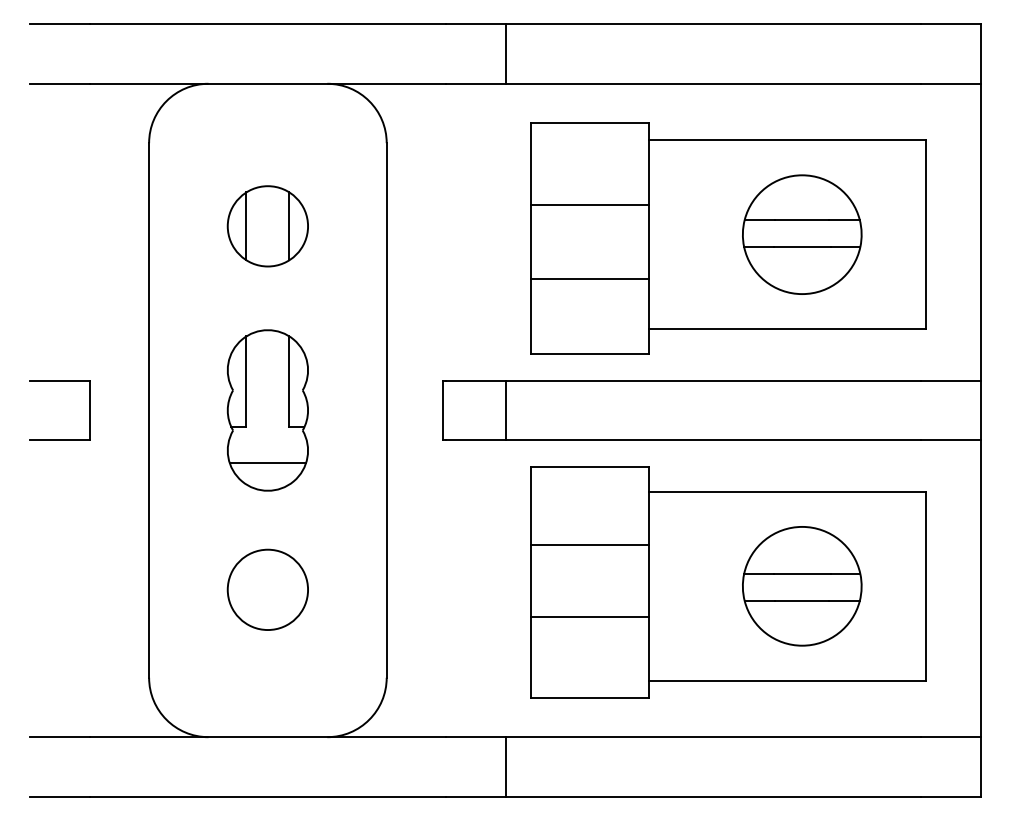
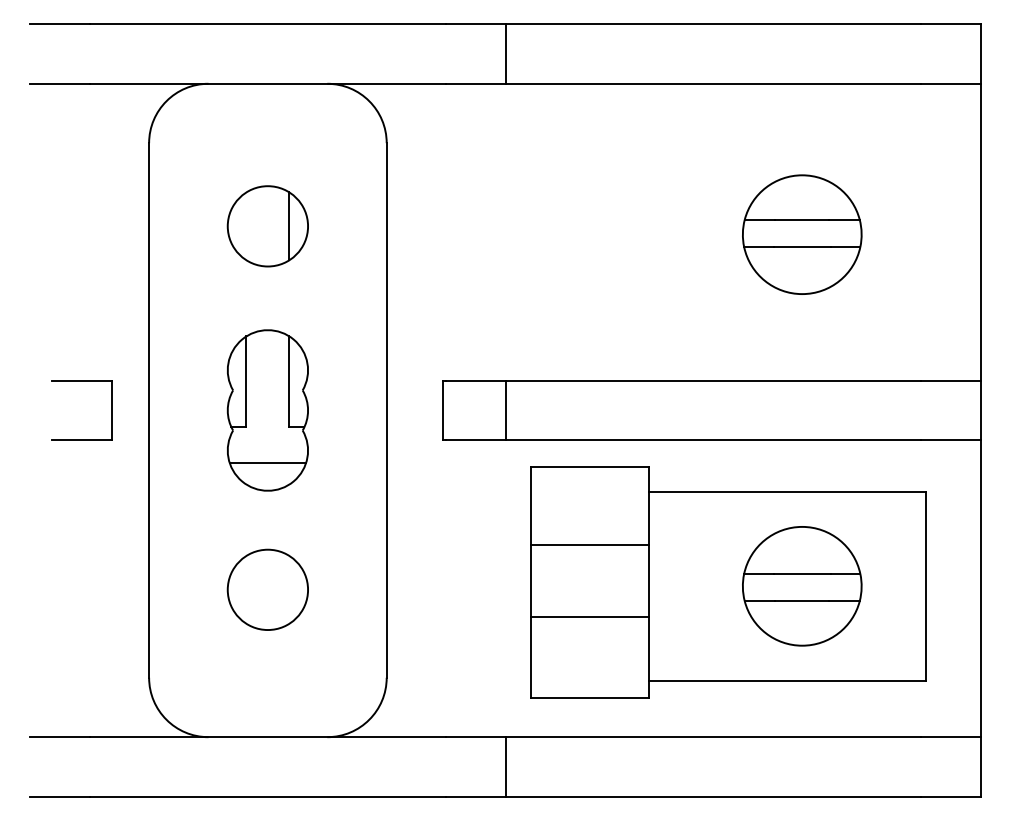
line at (246, 226): present -> none
part at (728, 238): present -> none
part at (59, 381) position: (59, 381) -> (81, 381)
